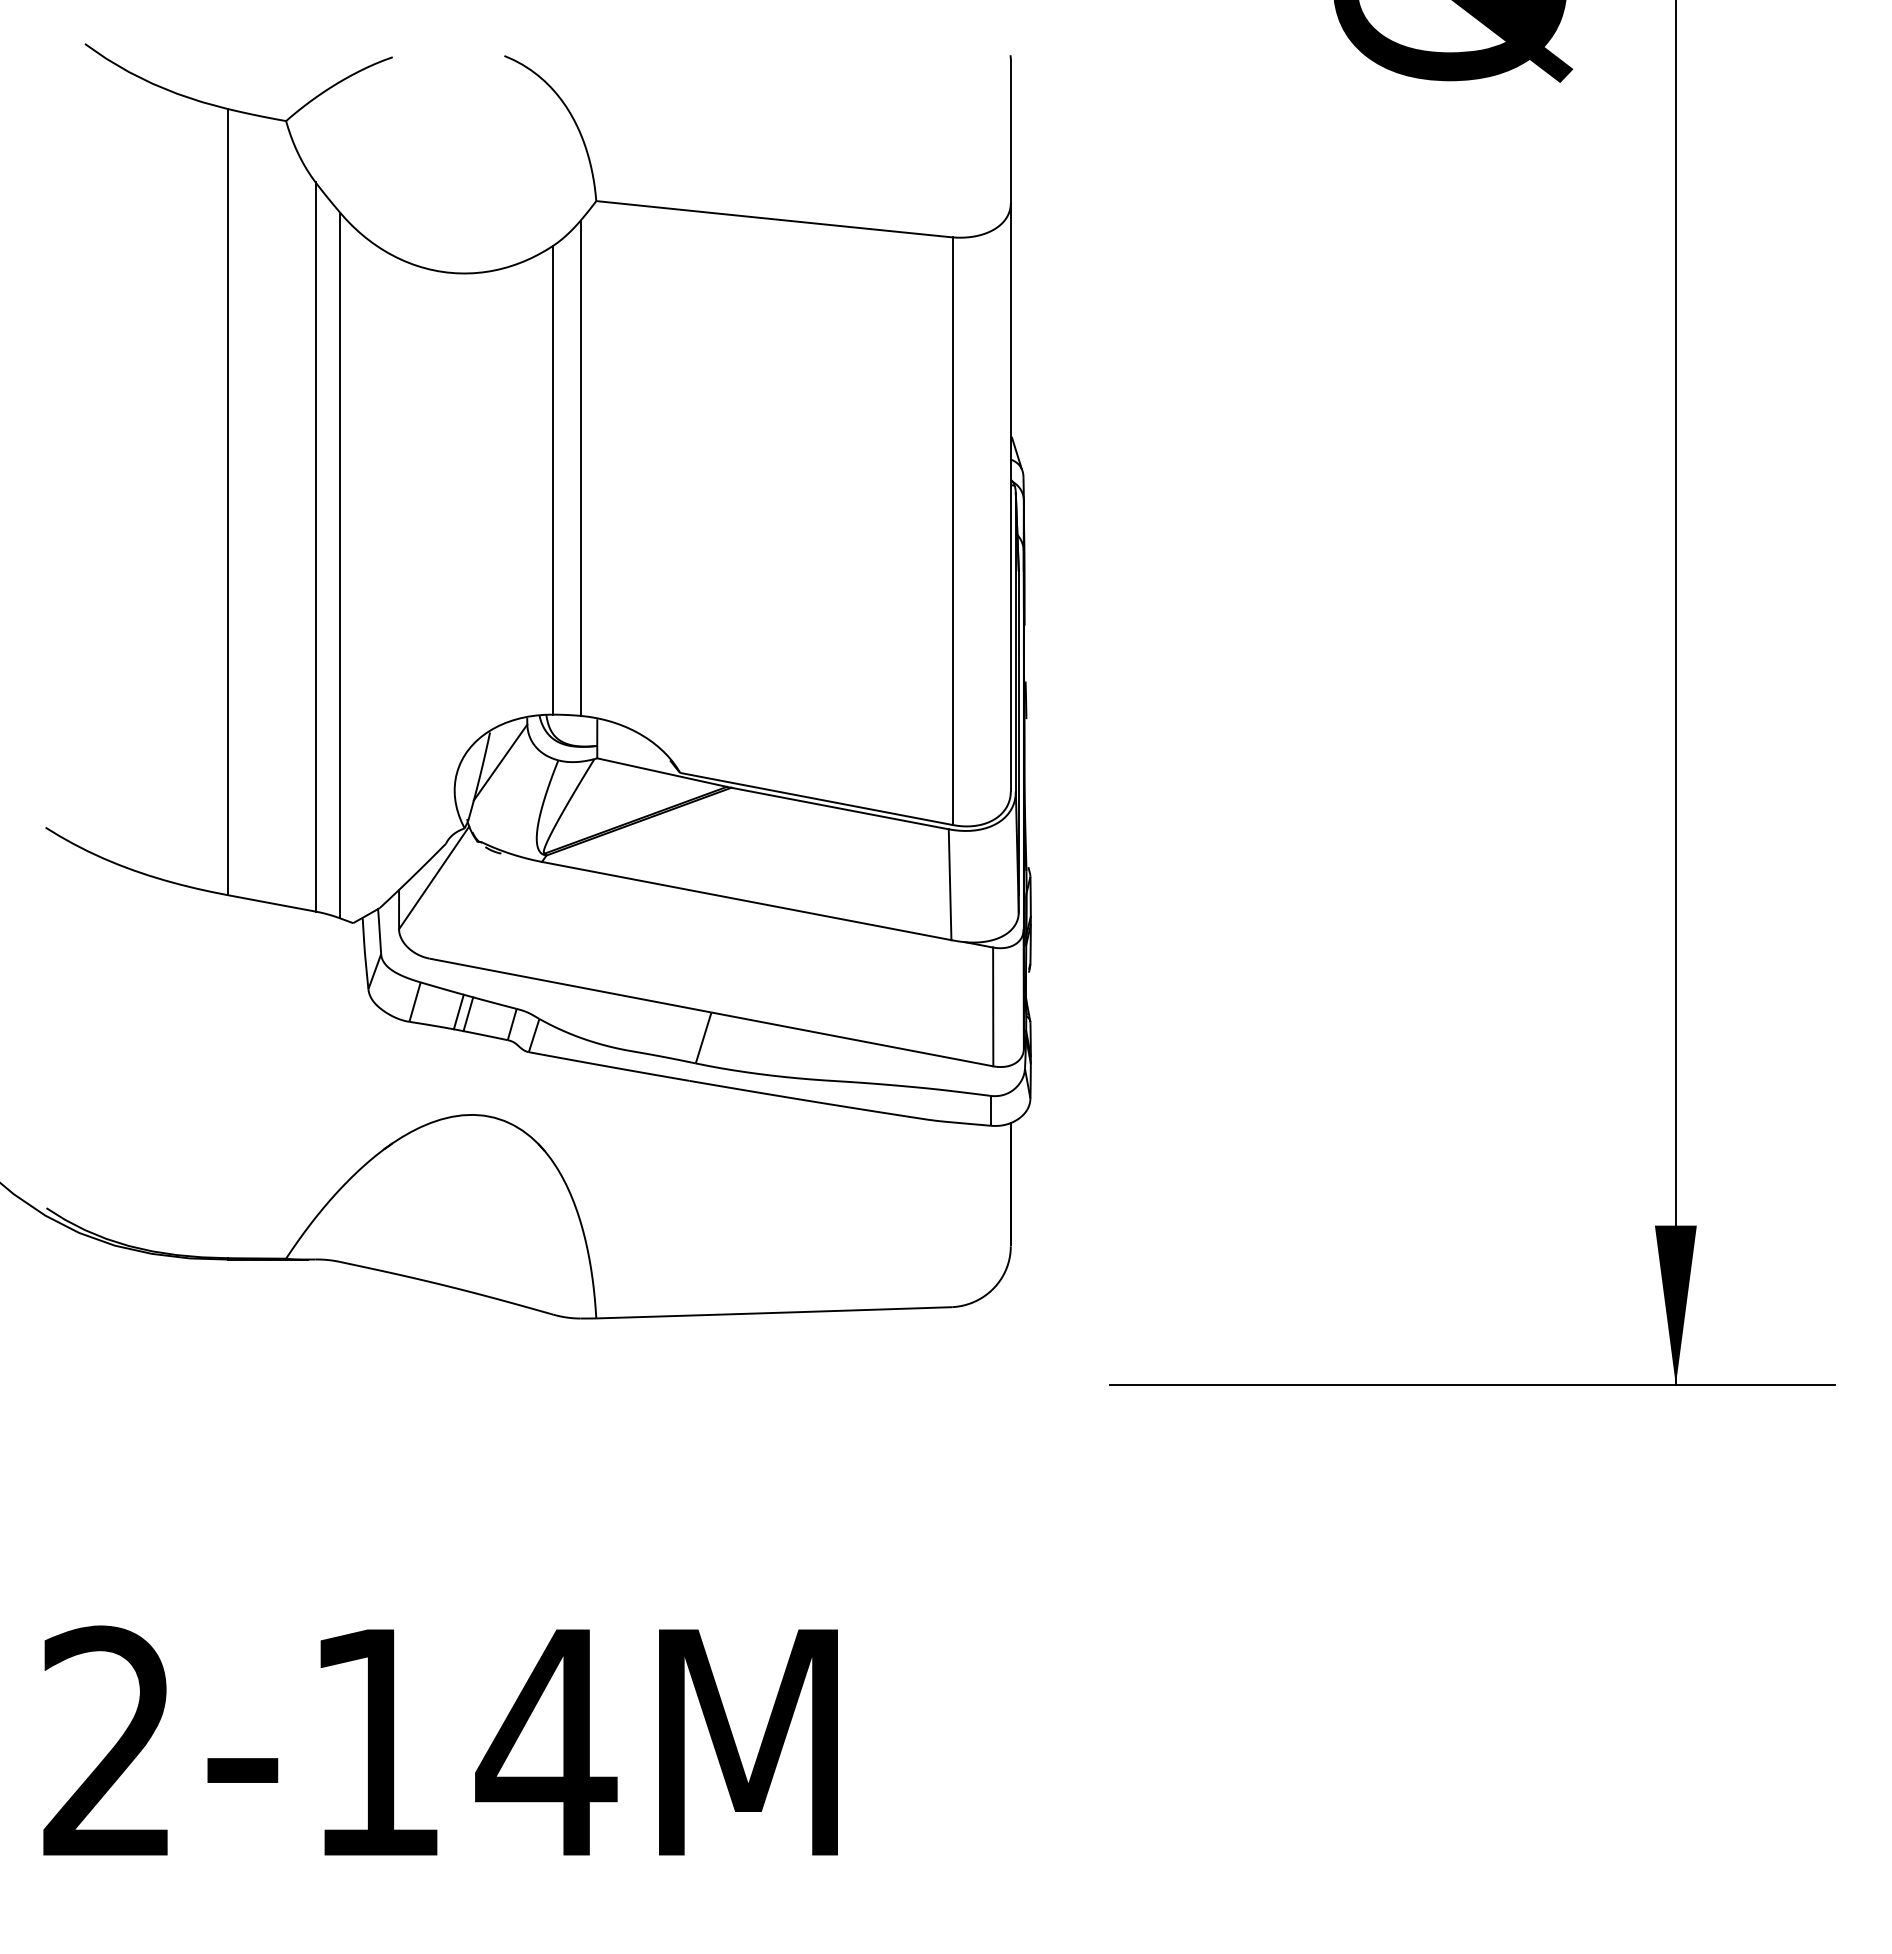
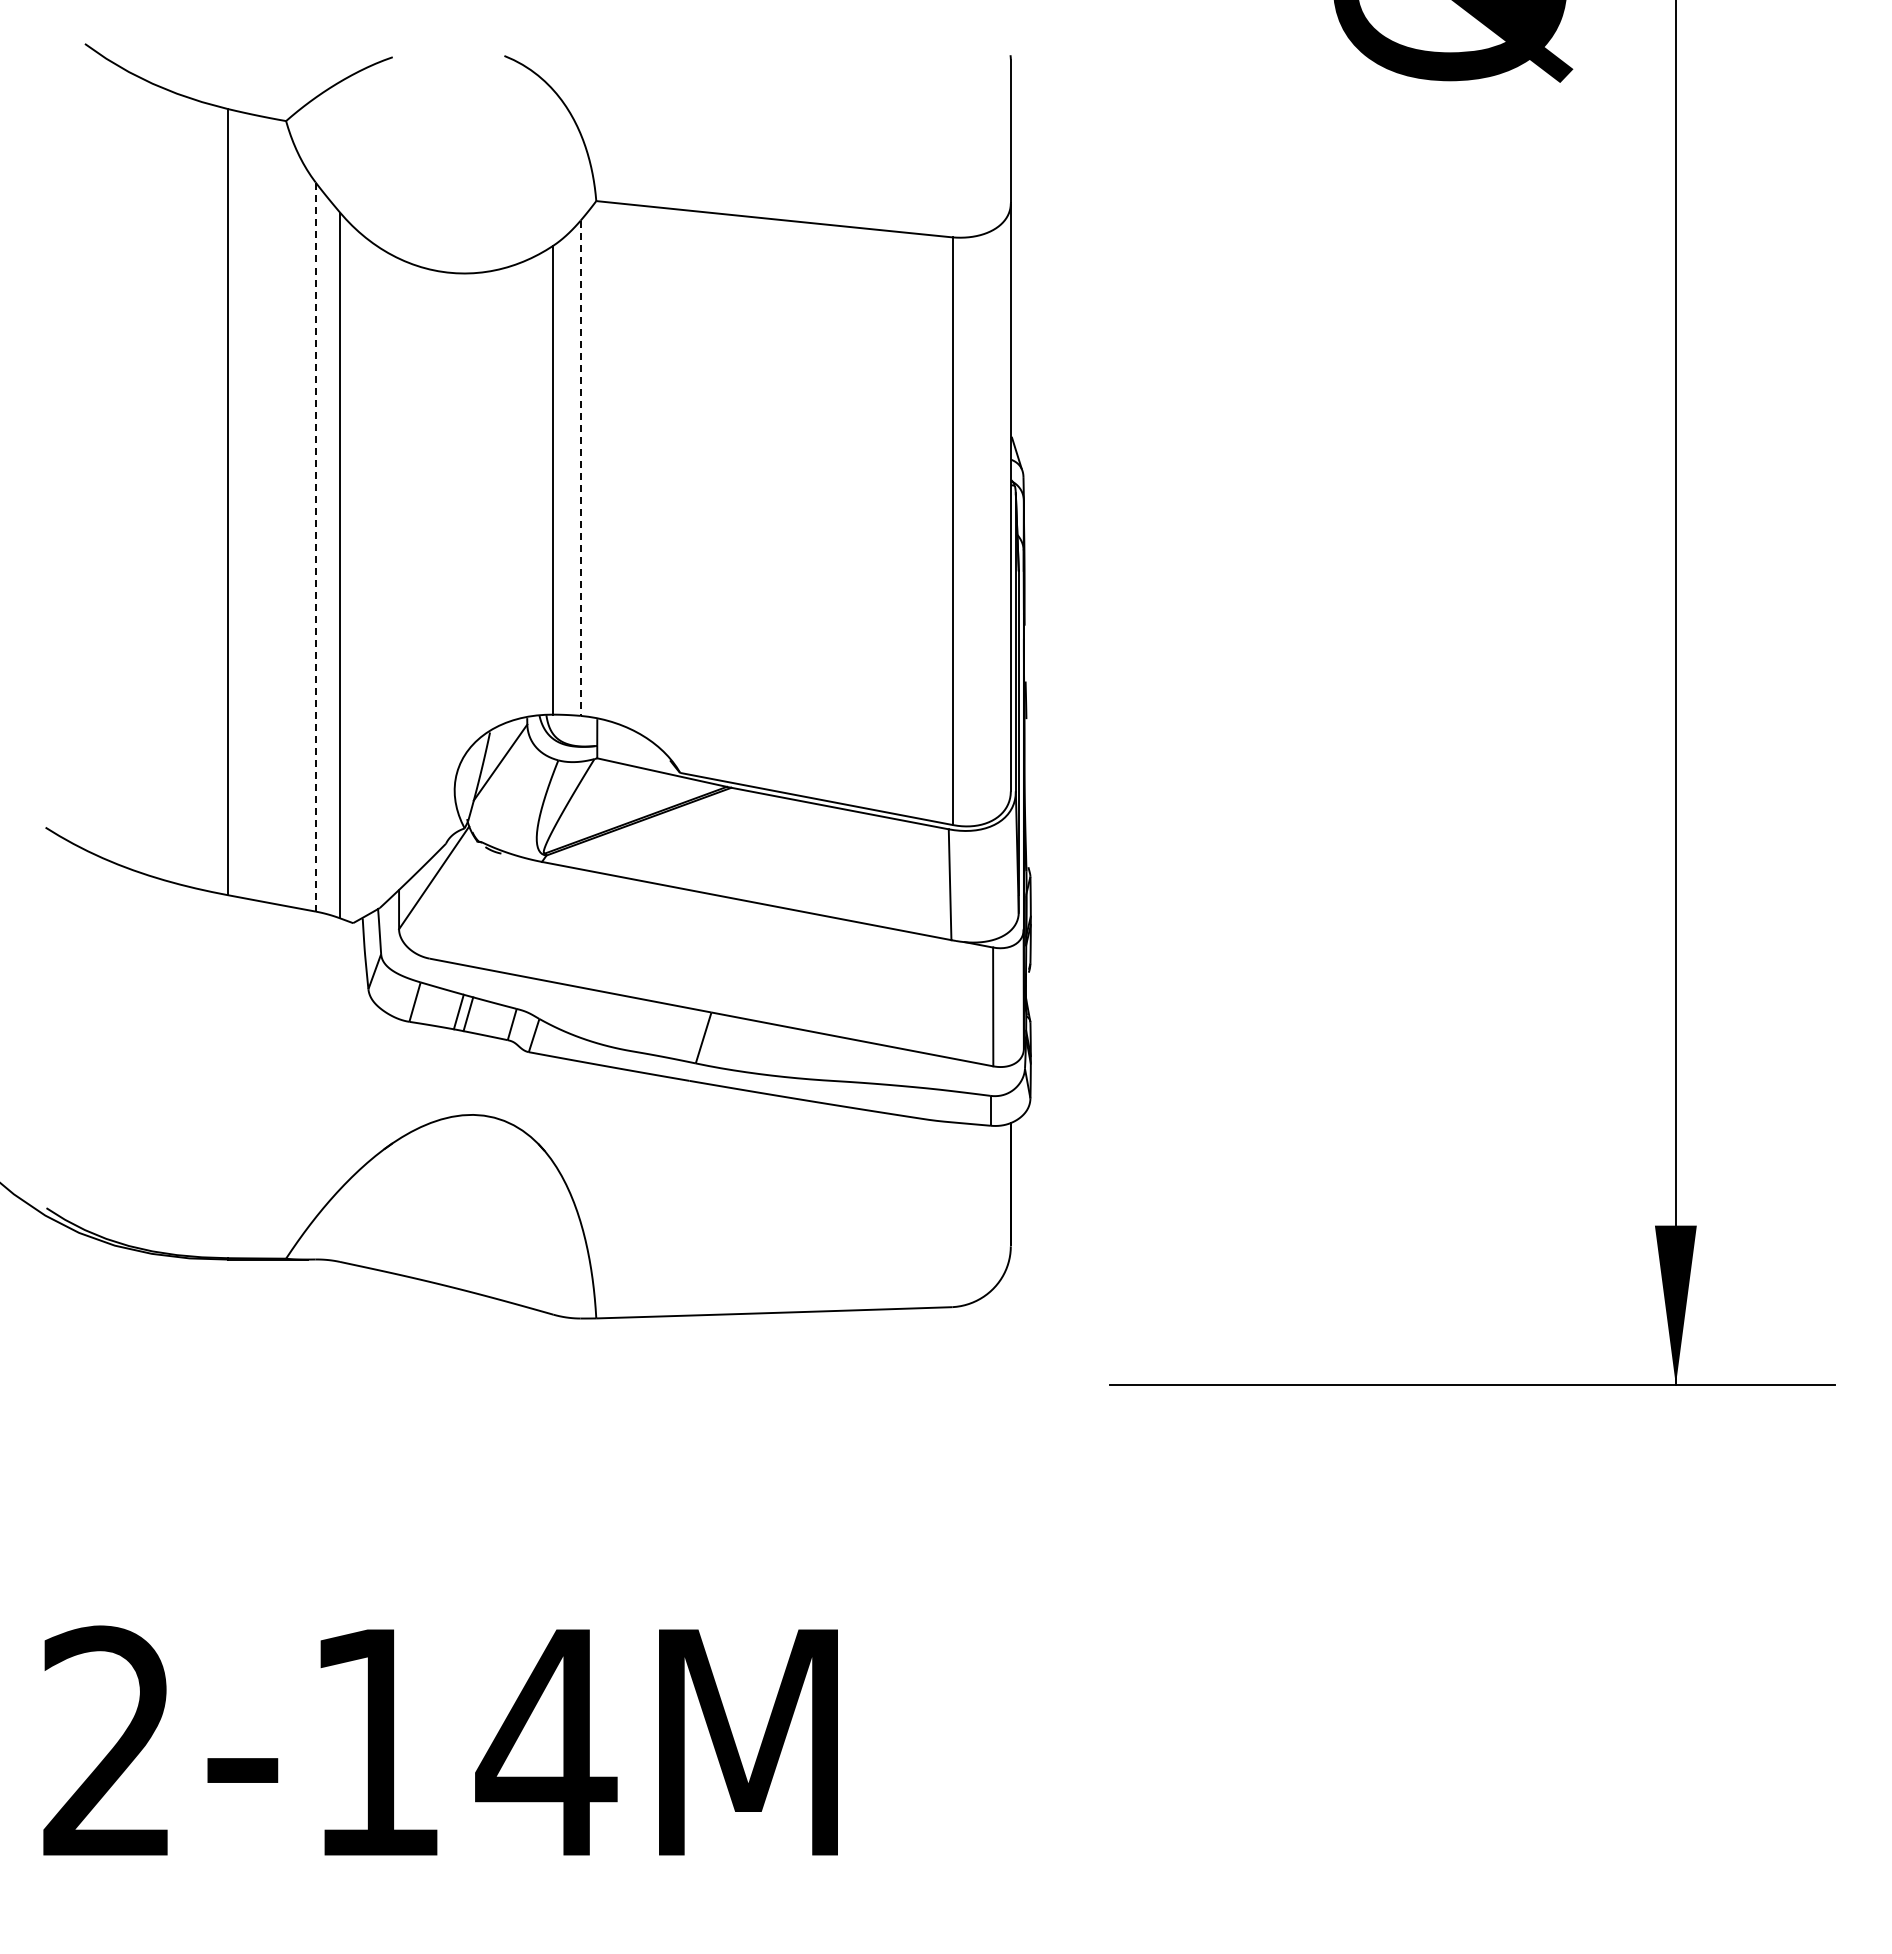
line at (580, 468): solid -> dashed
line at (315, 546): solid -> dashed
